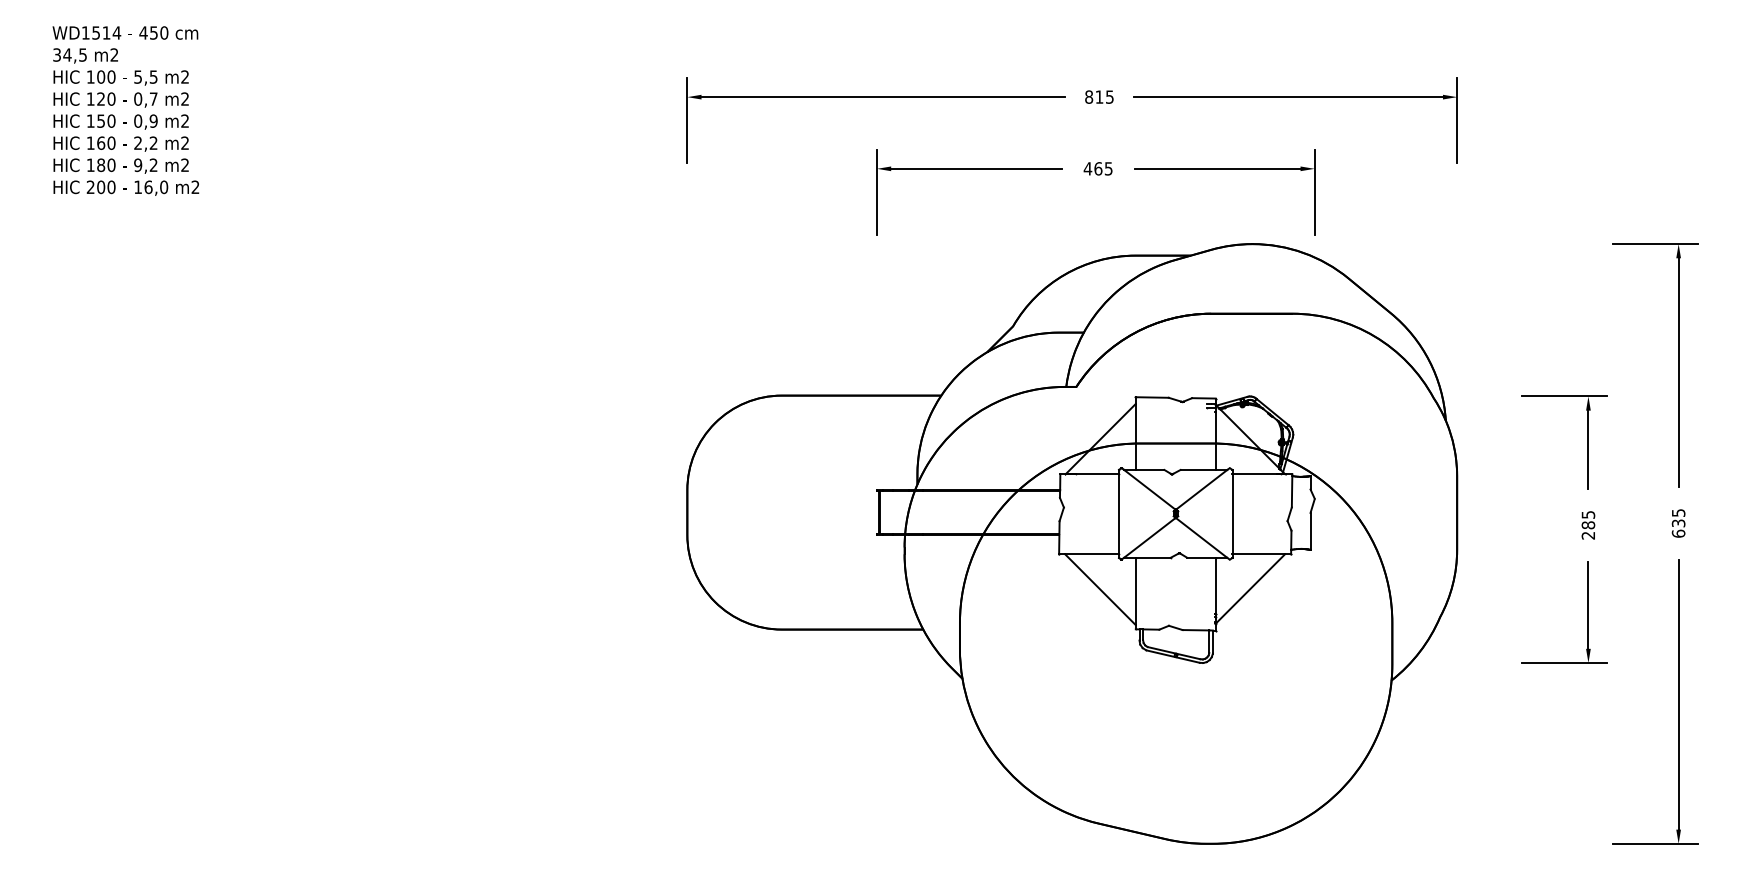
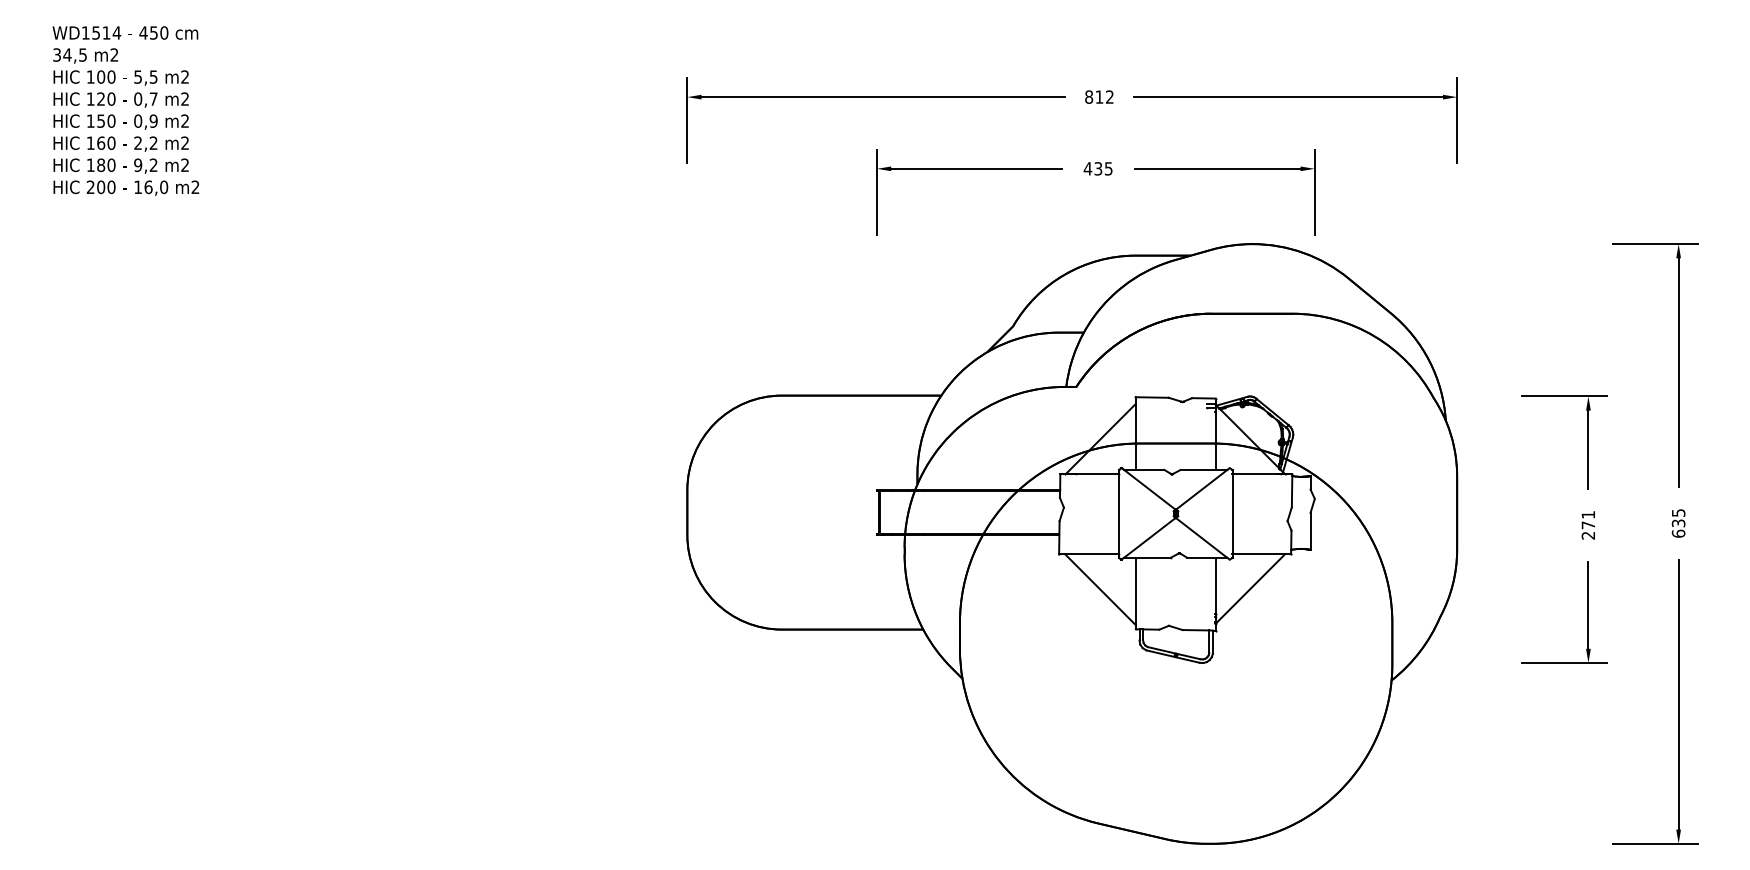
text at (1109, 96): 815 -> 812
text at (1098, 168): 465 -> 435
text at (1588, 520): 285 -> 271
